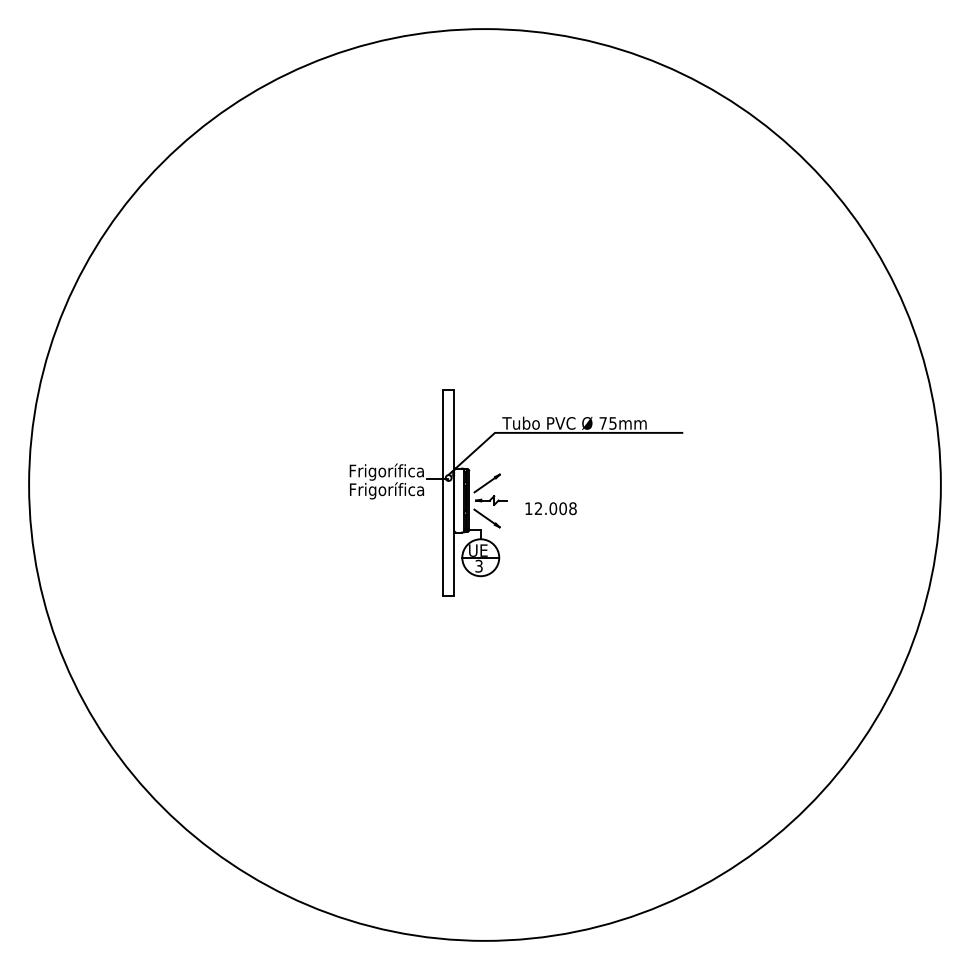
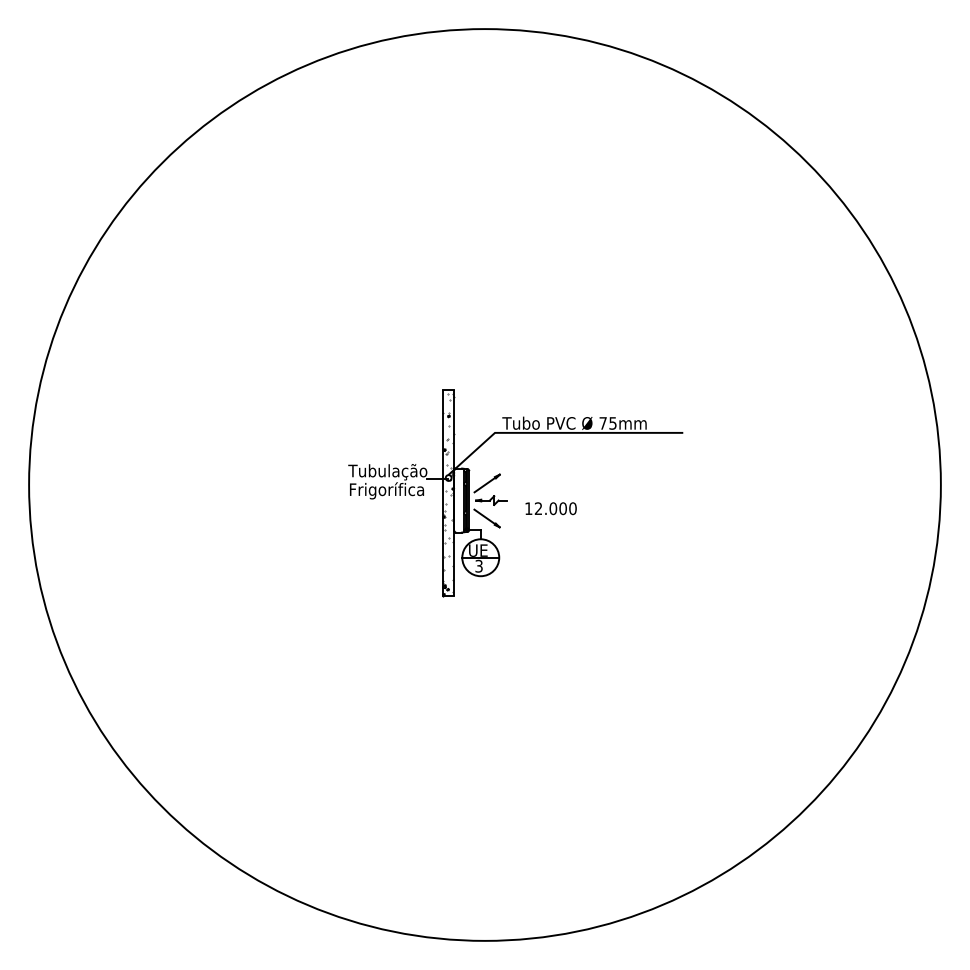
hatch at (448, 430): none -> present
text at (387, 471): Frigorífica -> Tubulação
text at (572, 508): 12.008 -> 12.000
hatch at (448, 537): none -> present
